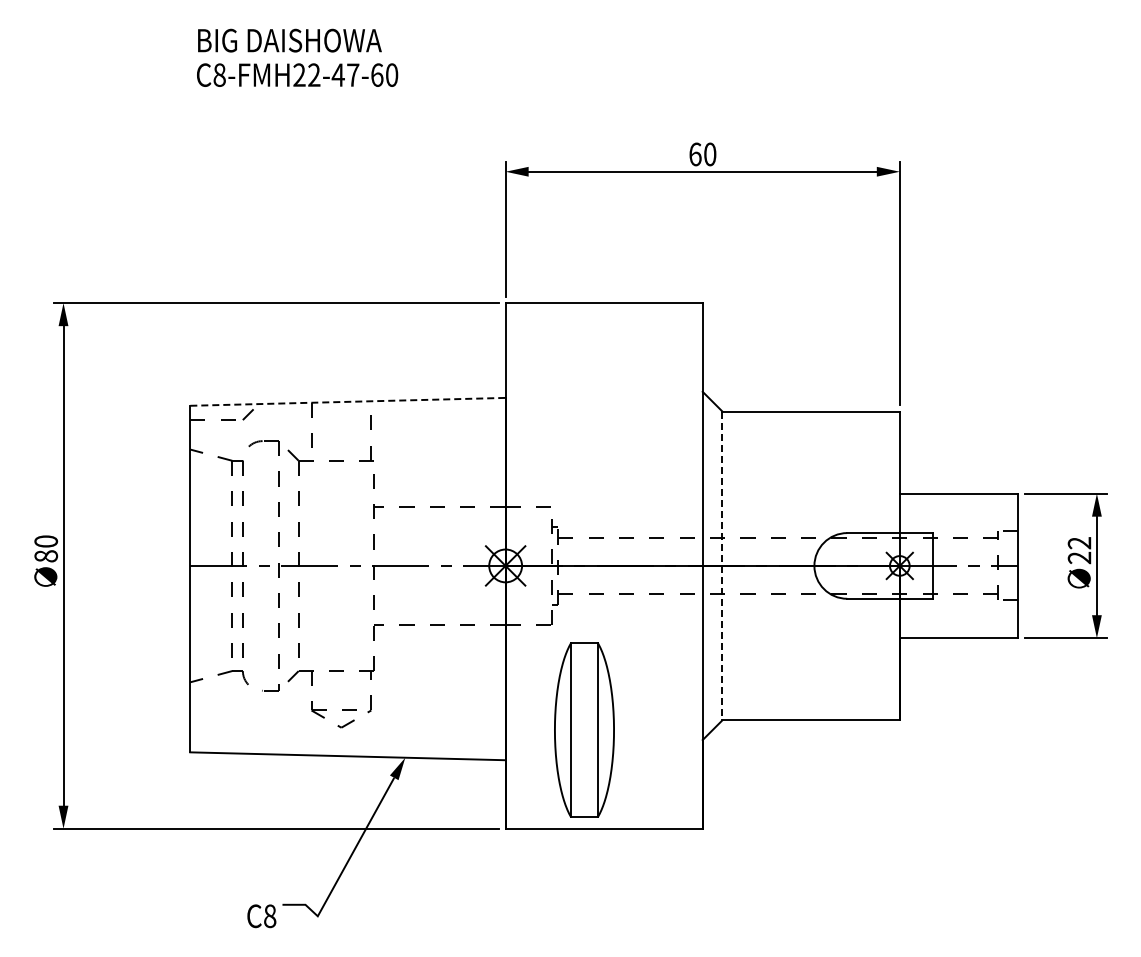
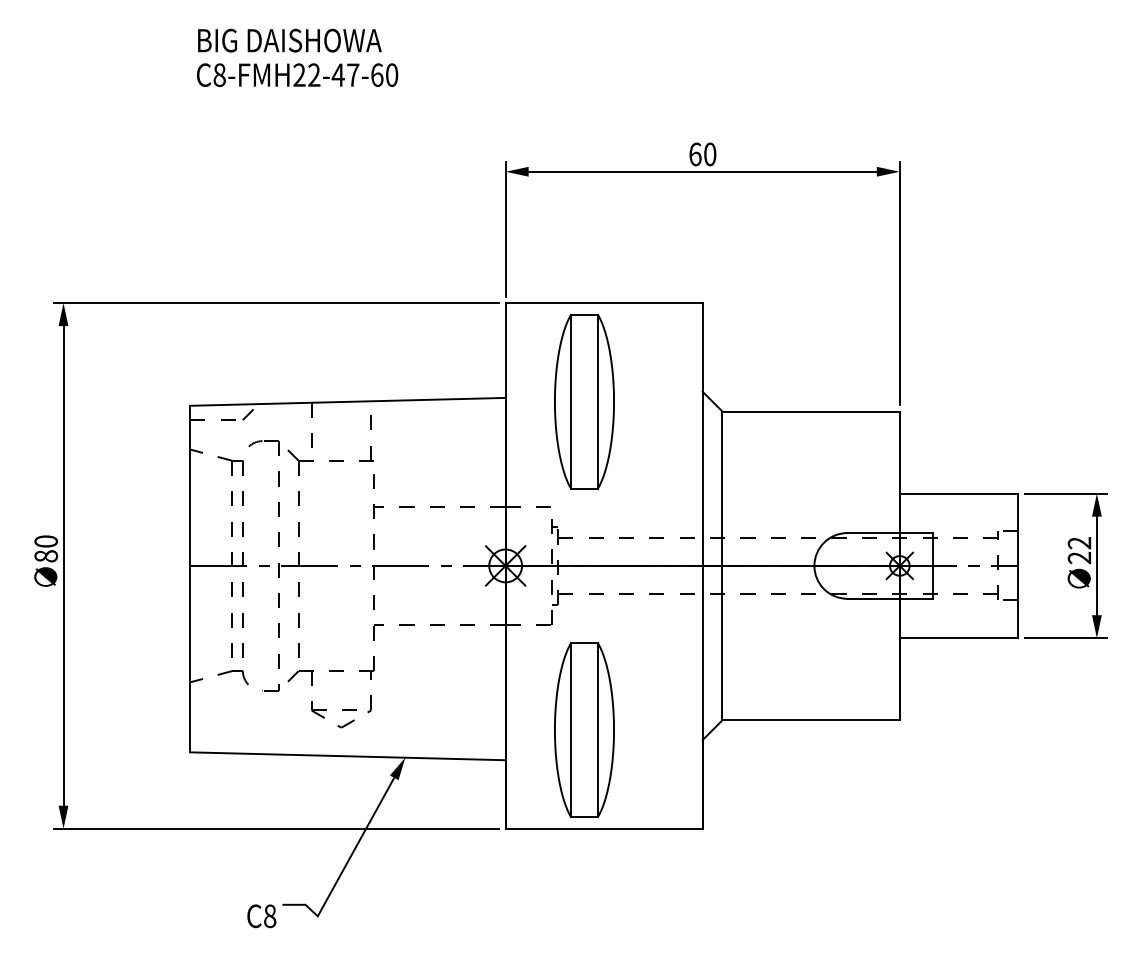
line at (347, 401): dashed -> solid
part at (584, 401): none -> present
line at (722, 566): dashed -> solid
